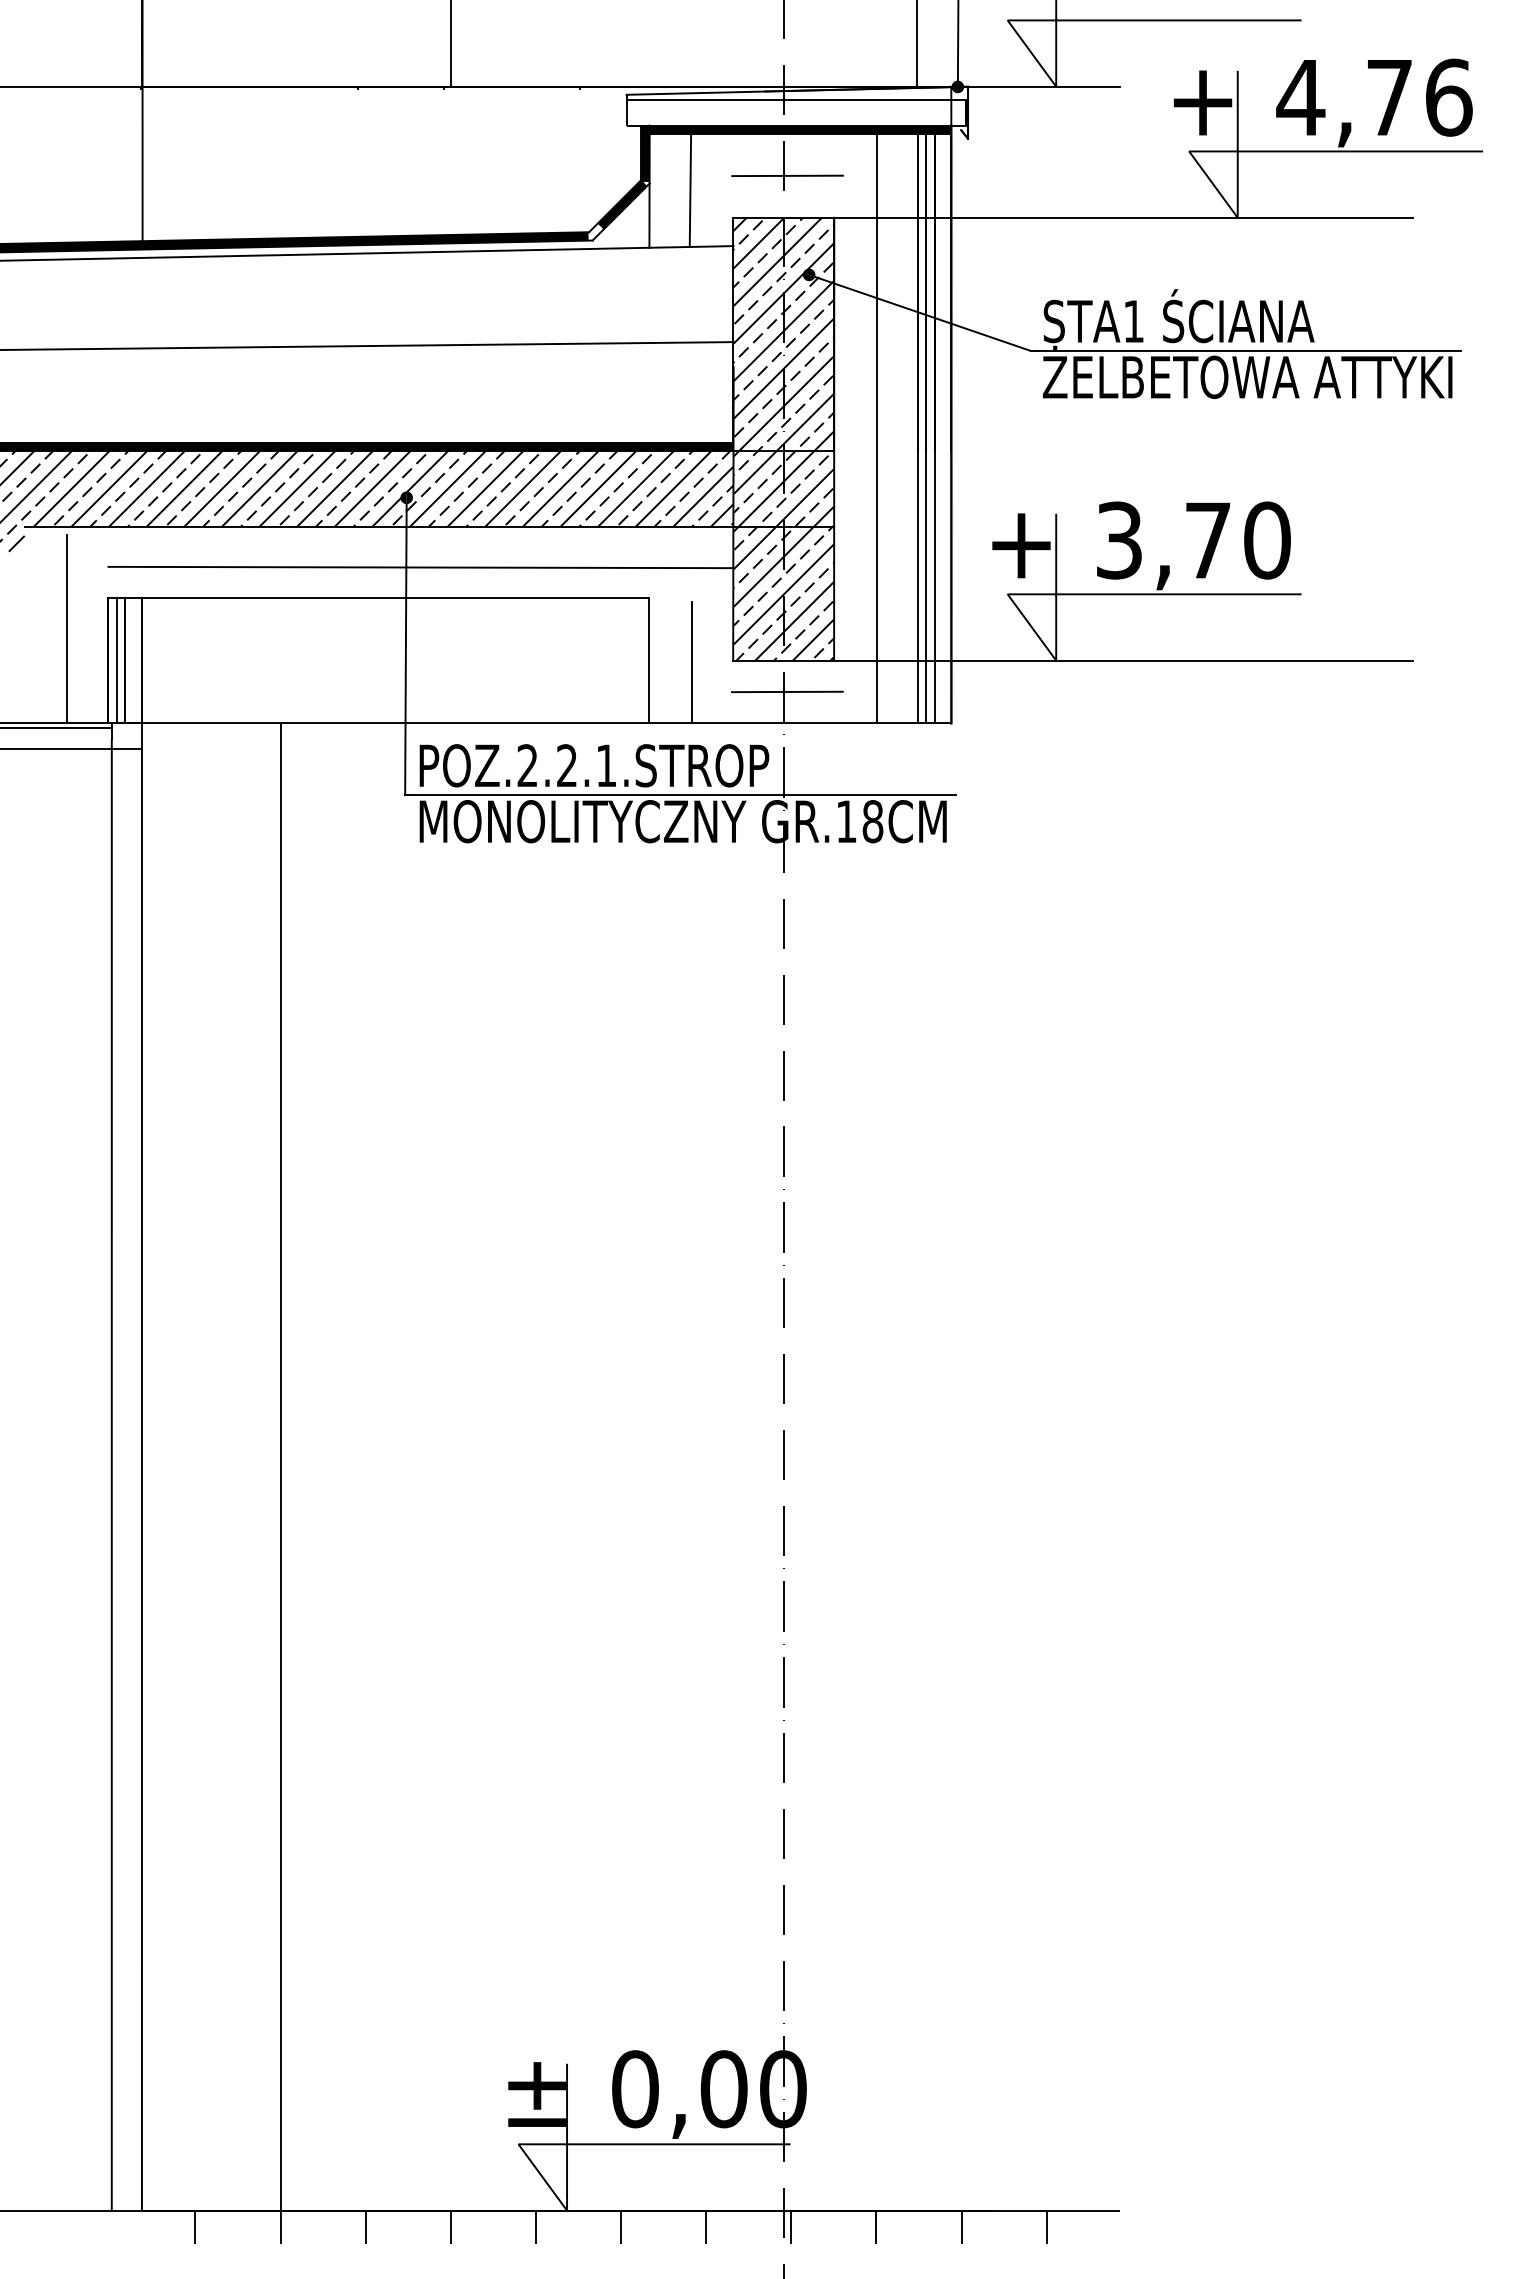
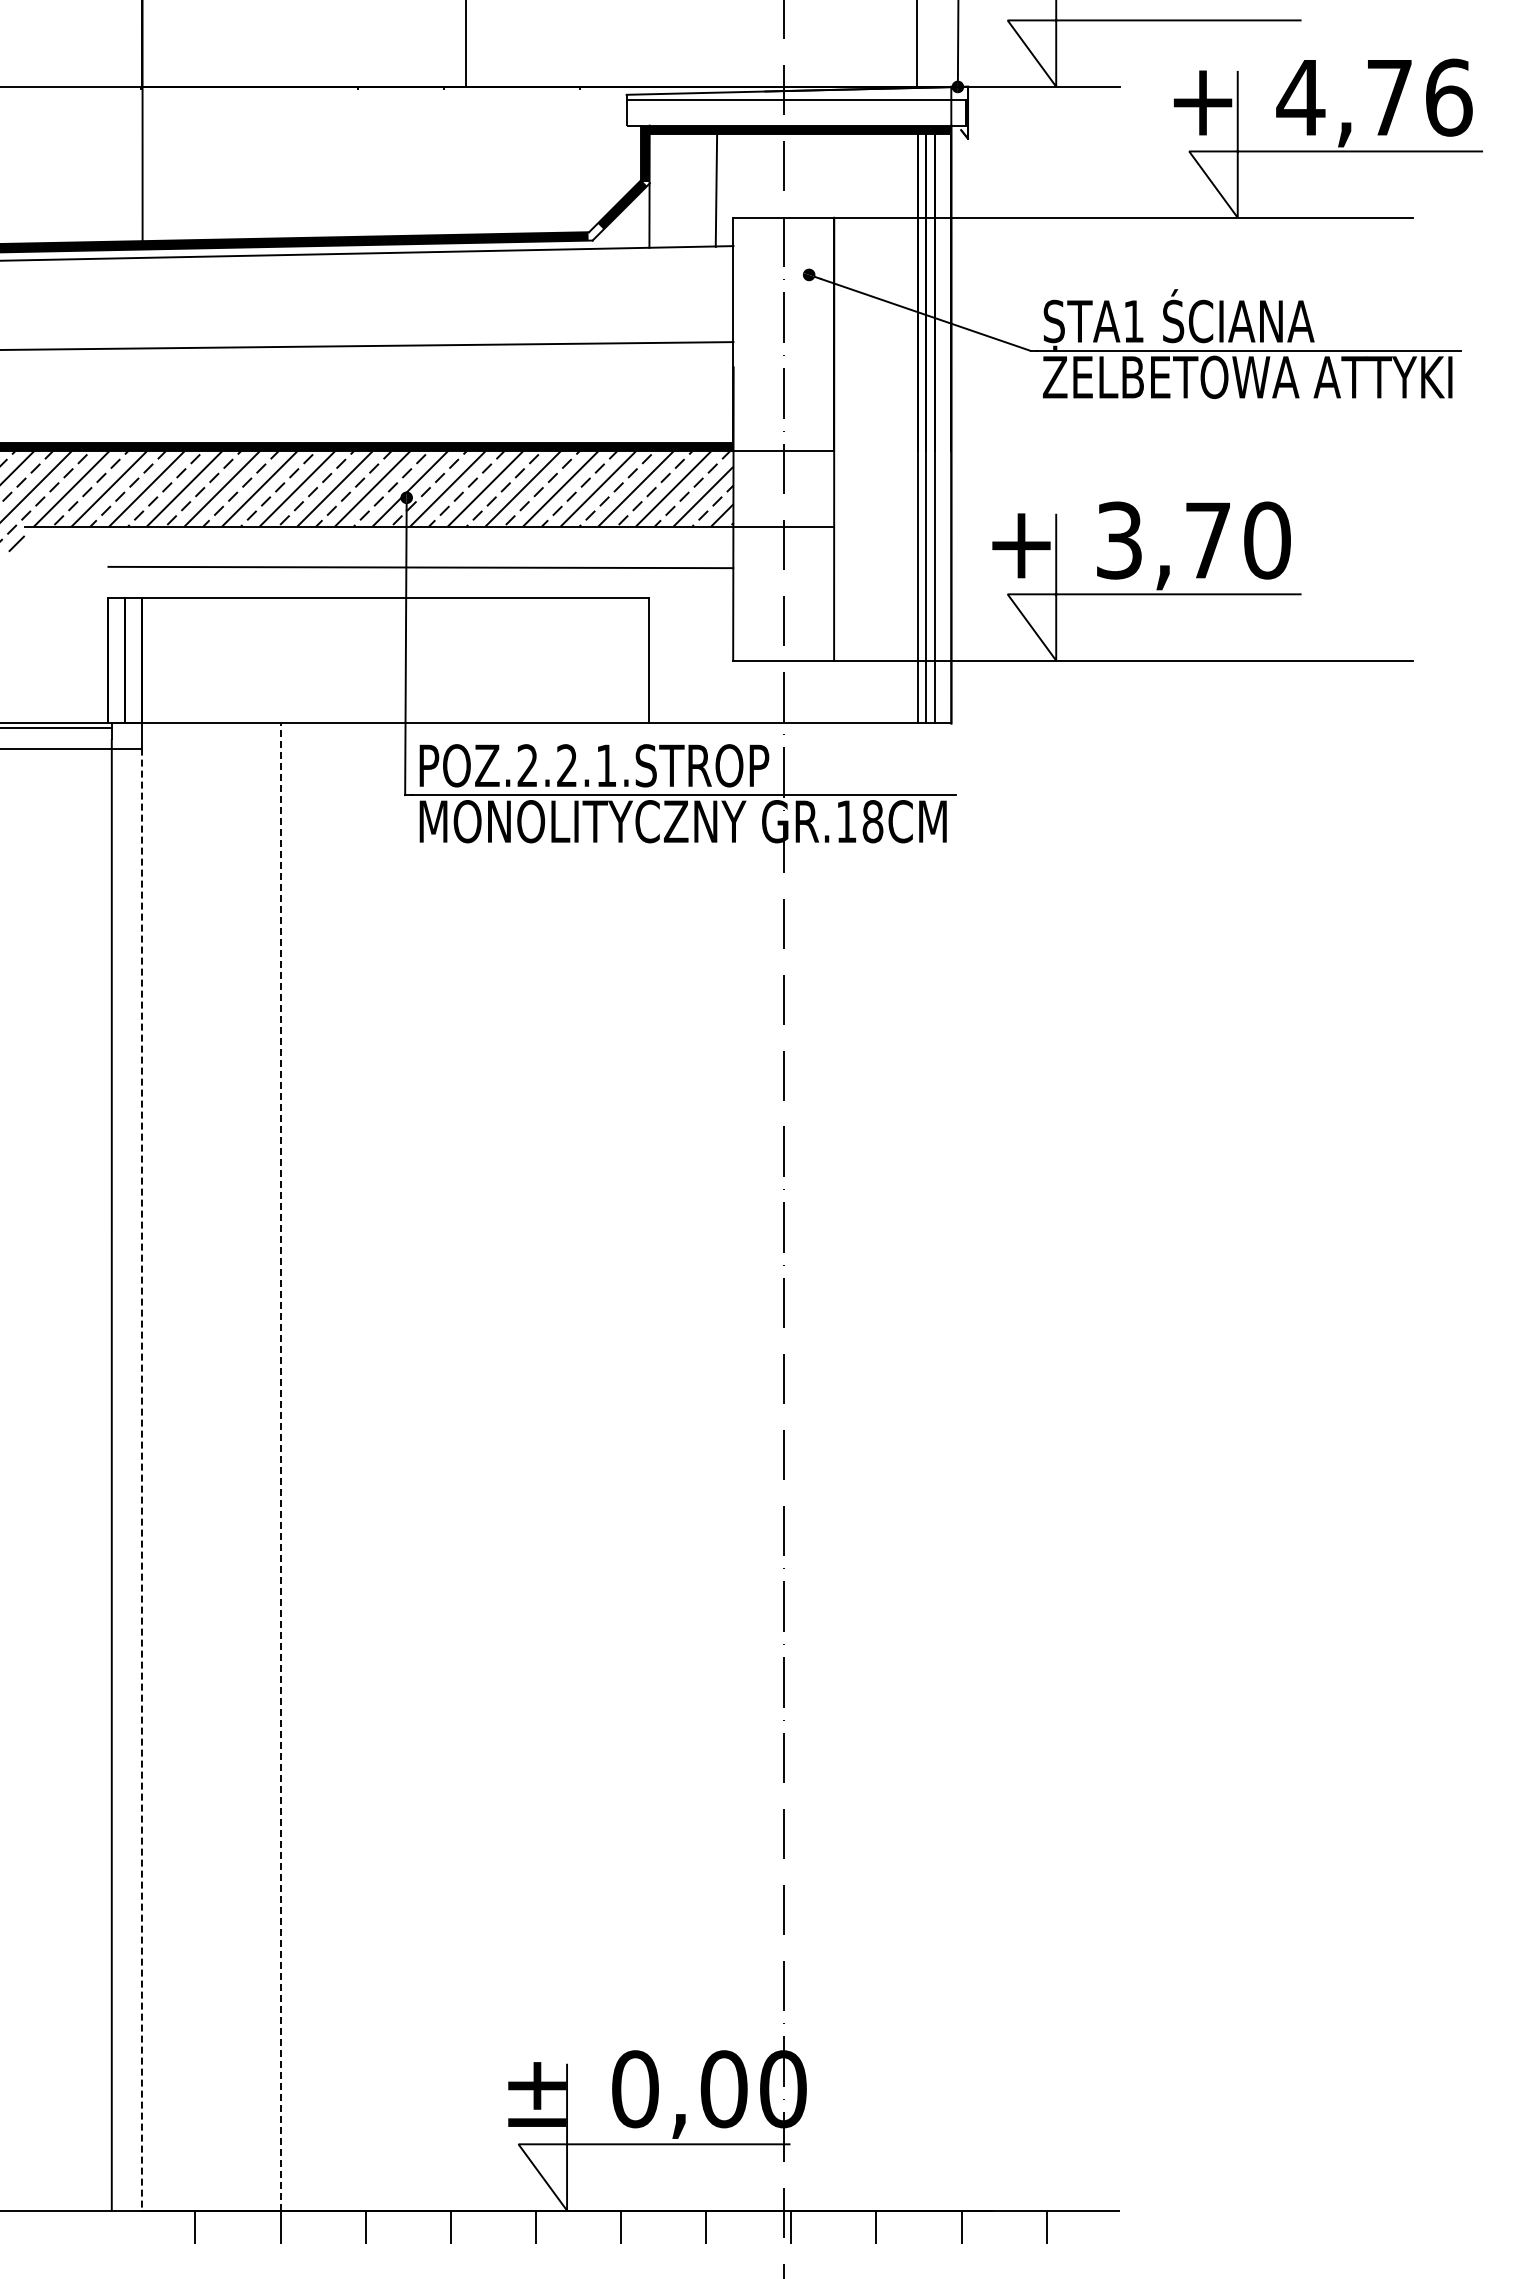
line at (450, 44) position: (450, 44) -> (465, 44)
line at (787, 175): present -> none
line at (690, 189) position: (690, 189) -> (716, 189)
line at (876, 428): present -> none
hatch at (783, 438): present -> none
line at (67, 628): present -> none
line at (116, 660): present -> none
line at (691, 662): present -> none
line at (787, 691): present -> none
line at (281, 1467): solid -> dashed
line at (141, 1480): solid -> dashed
